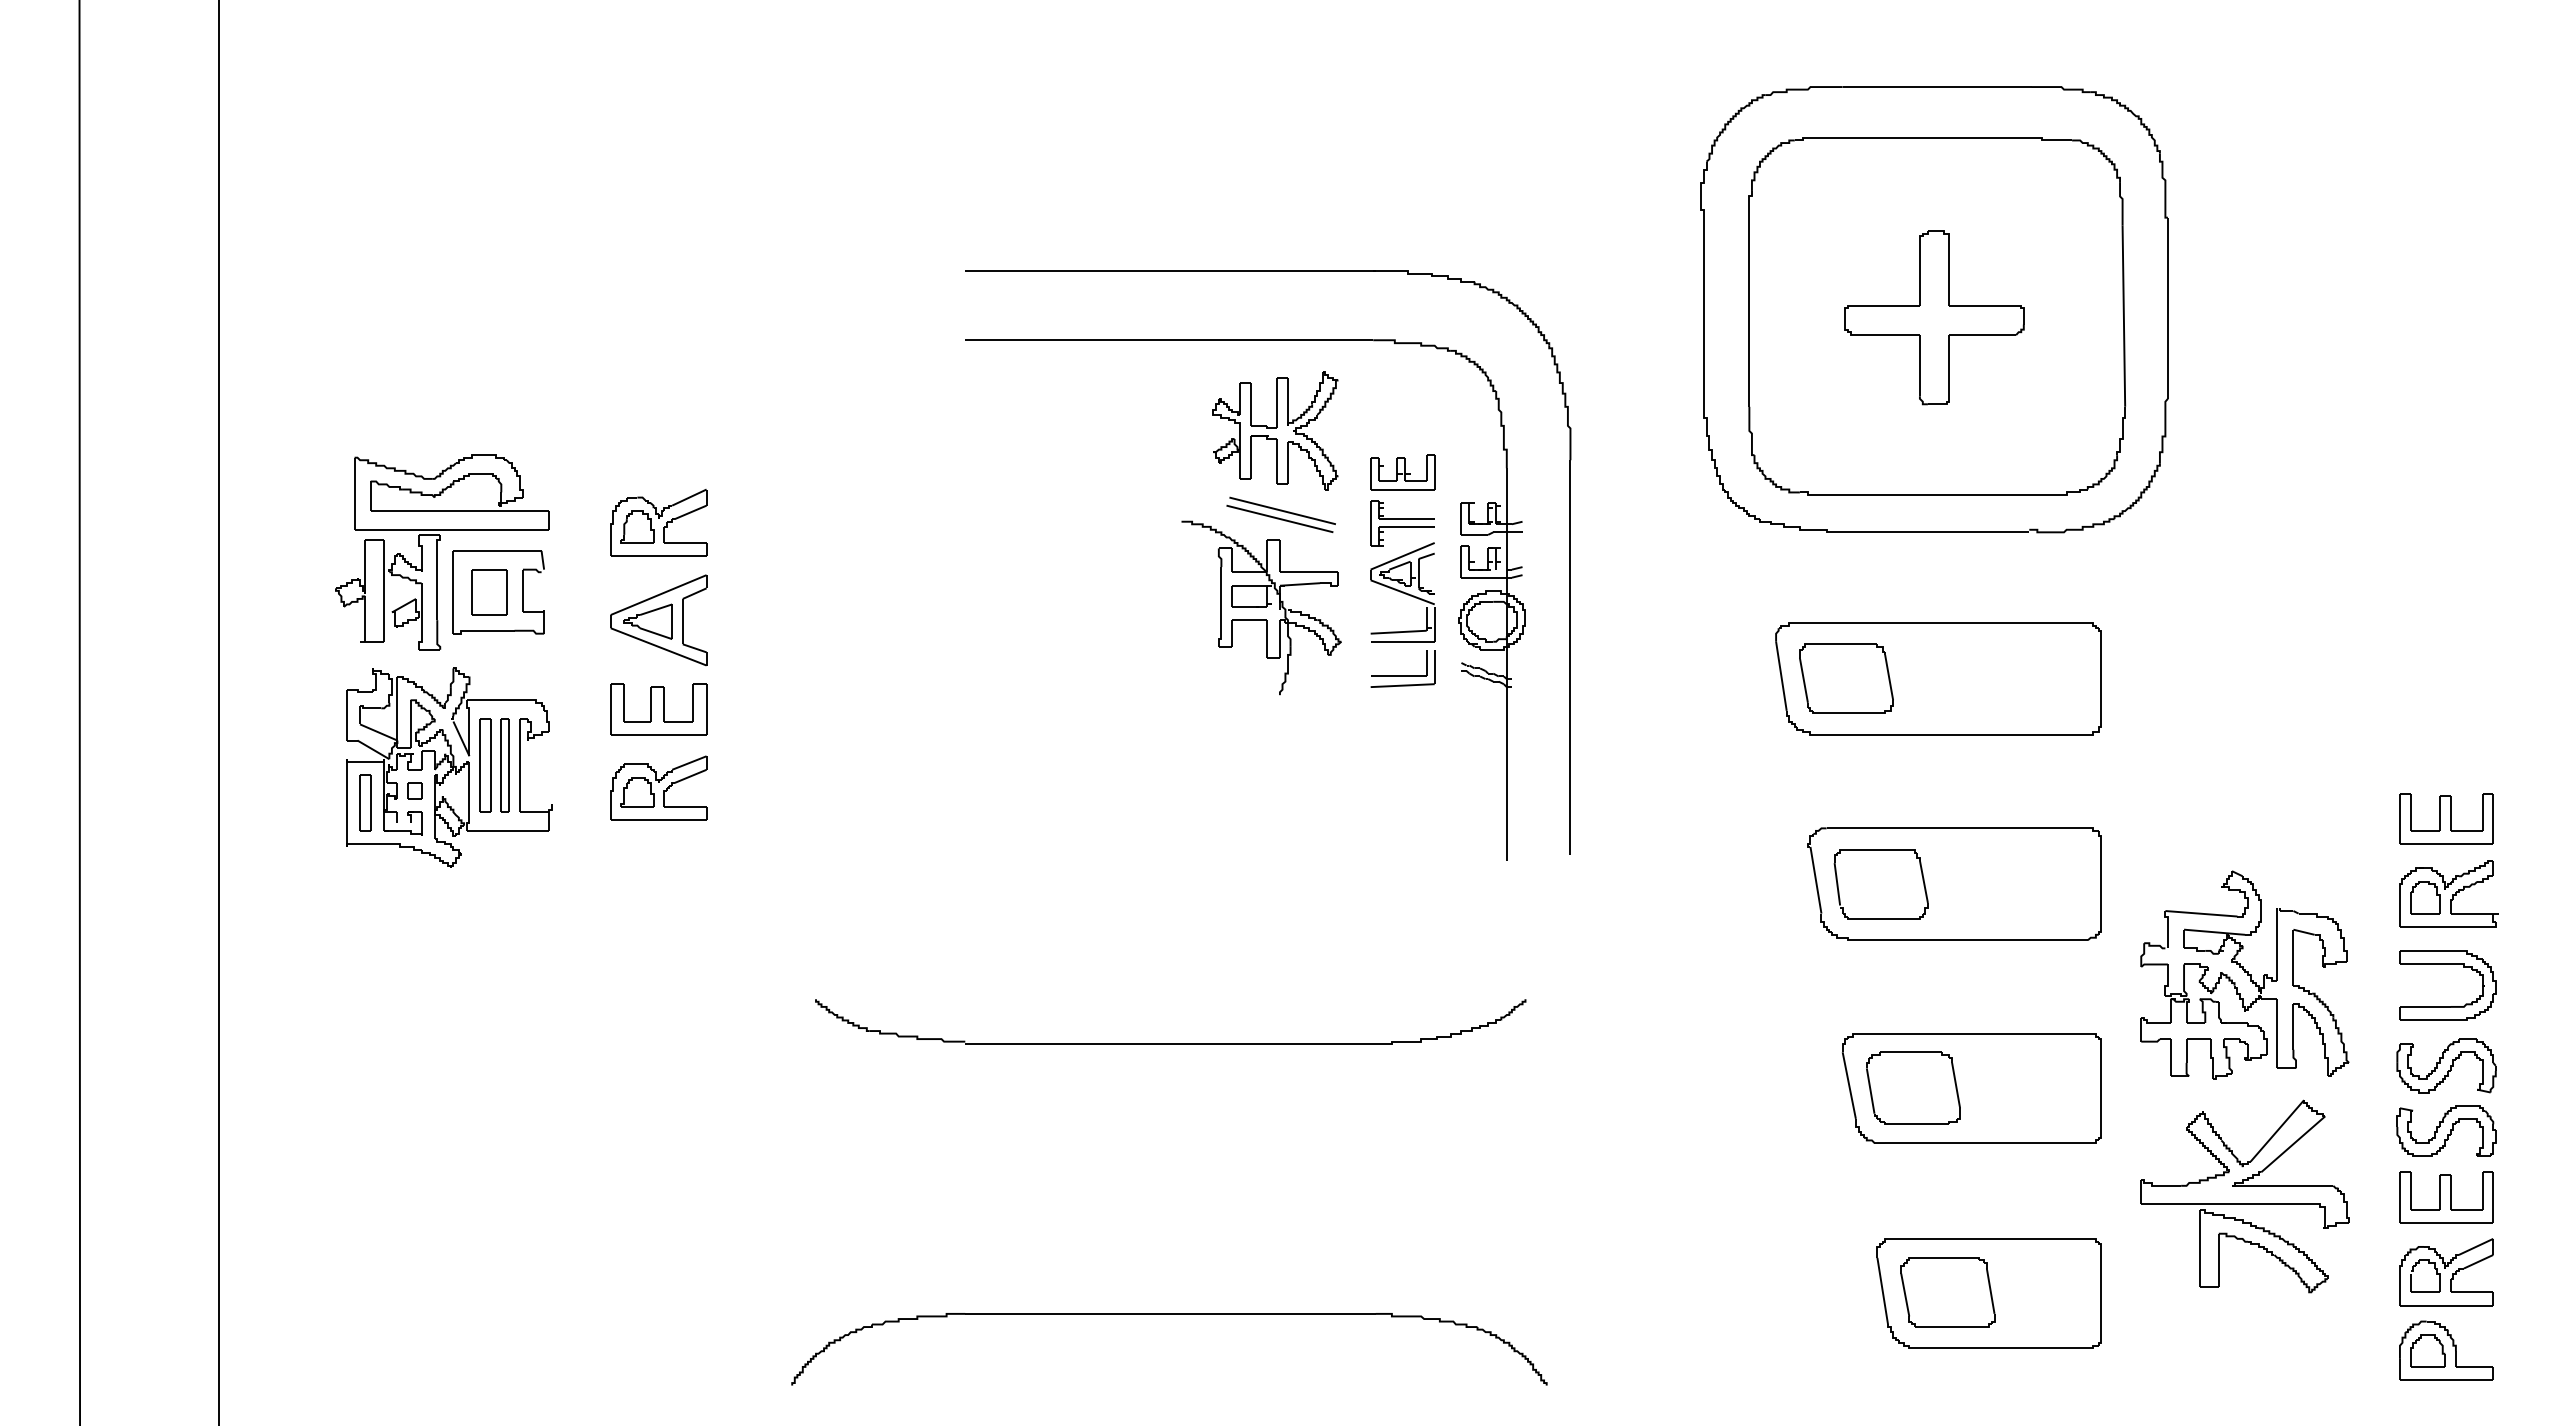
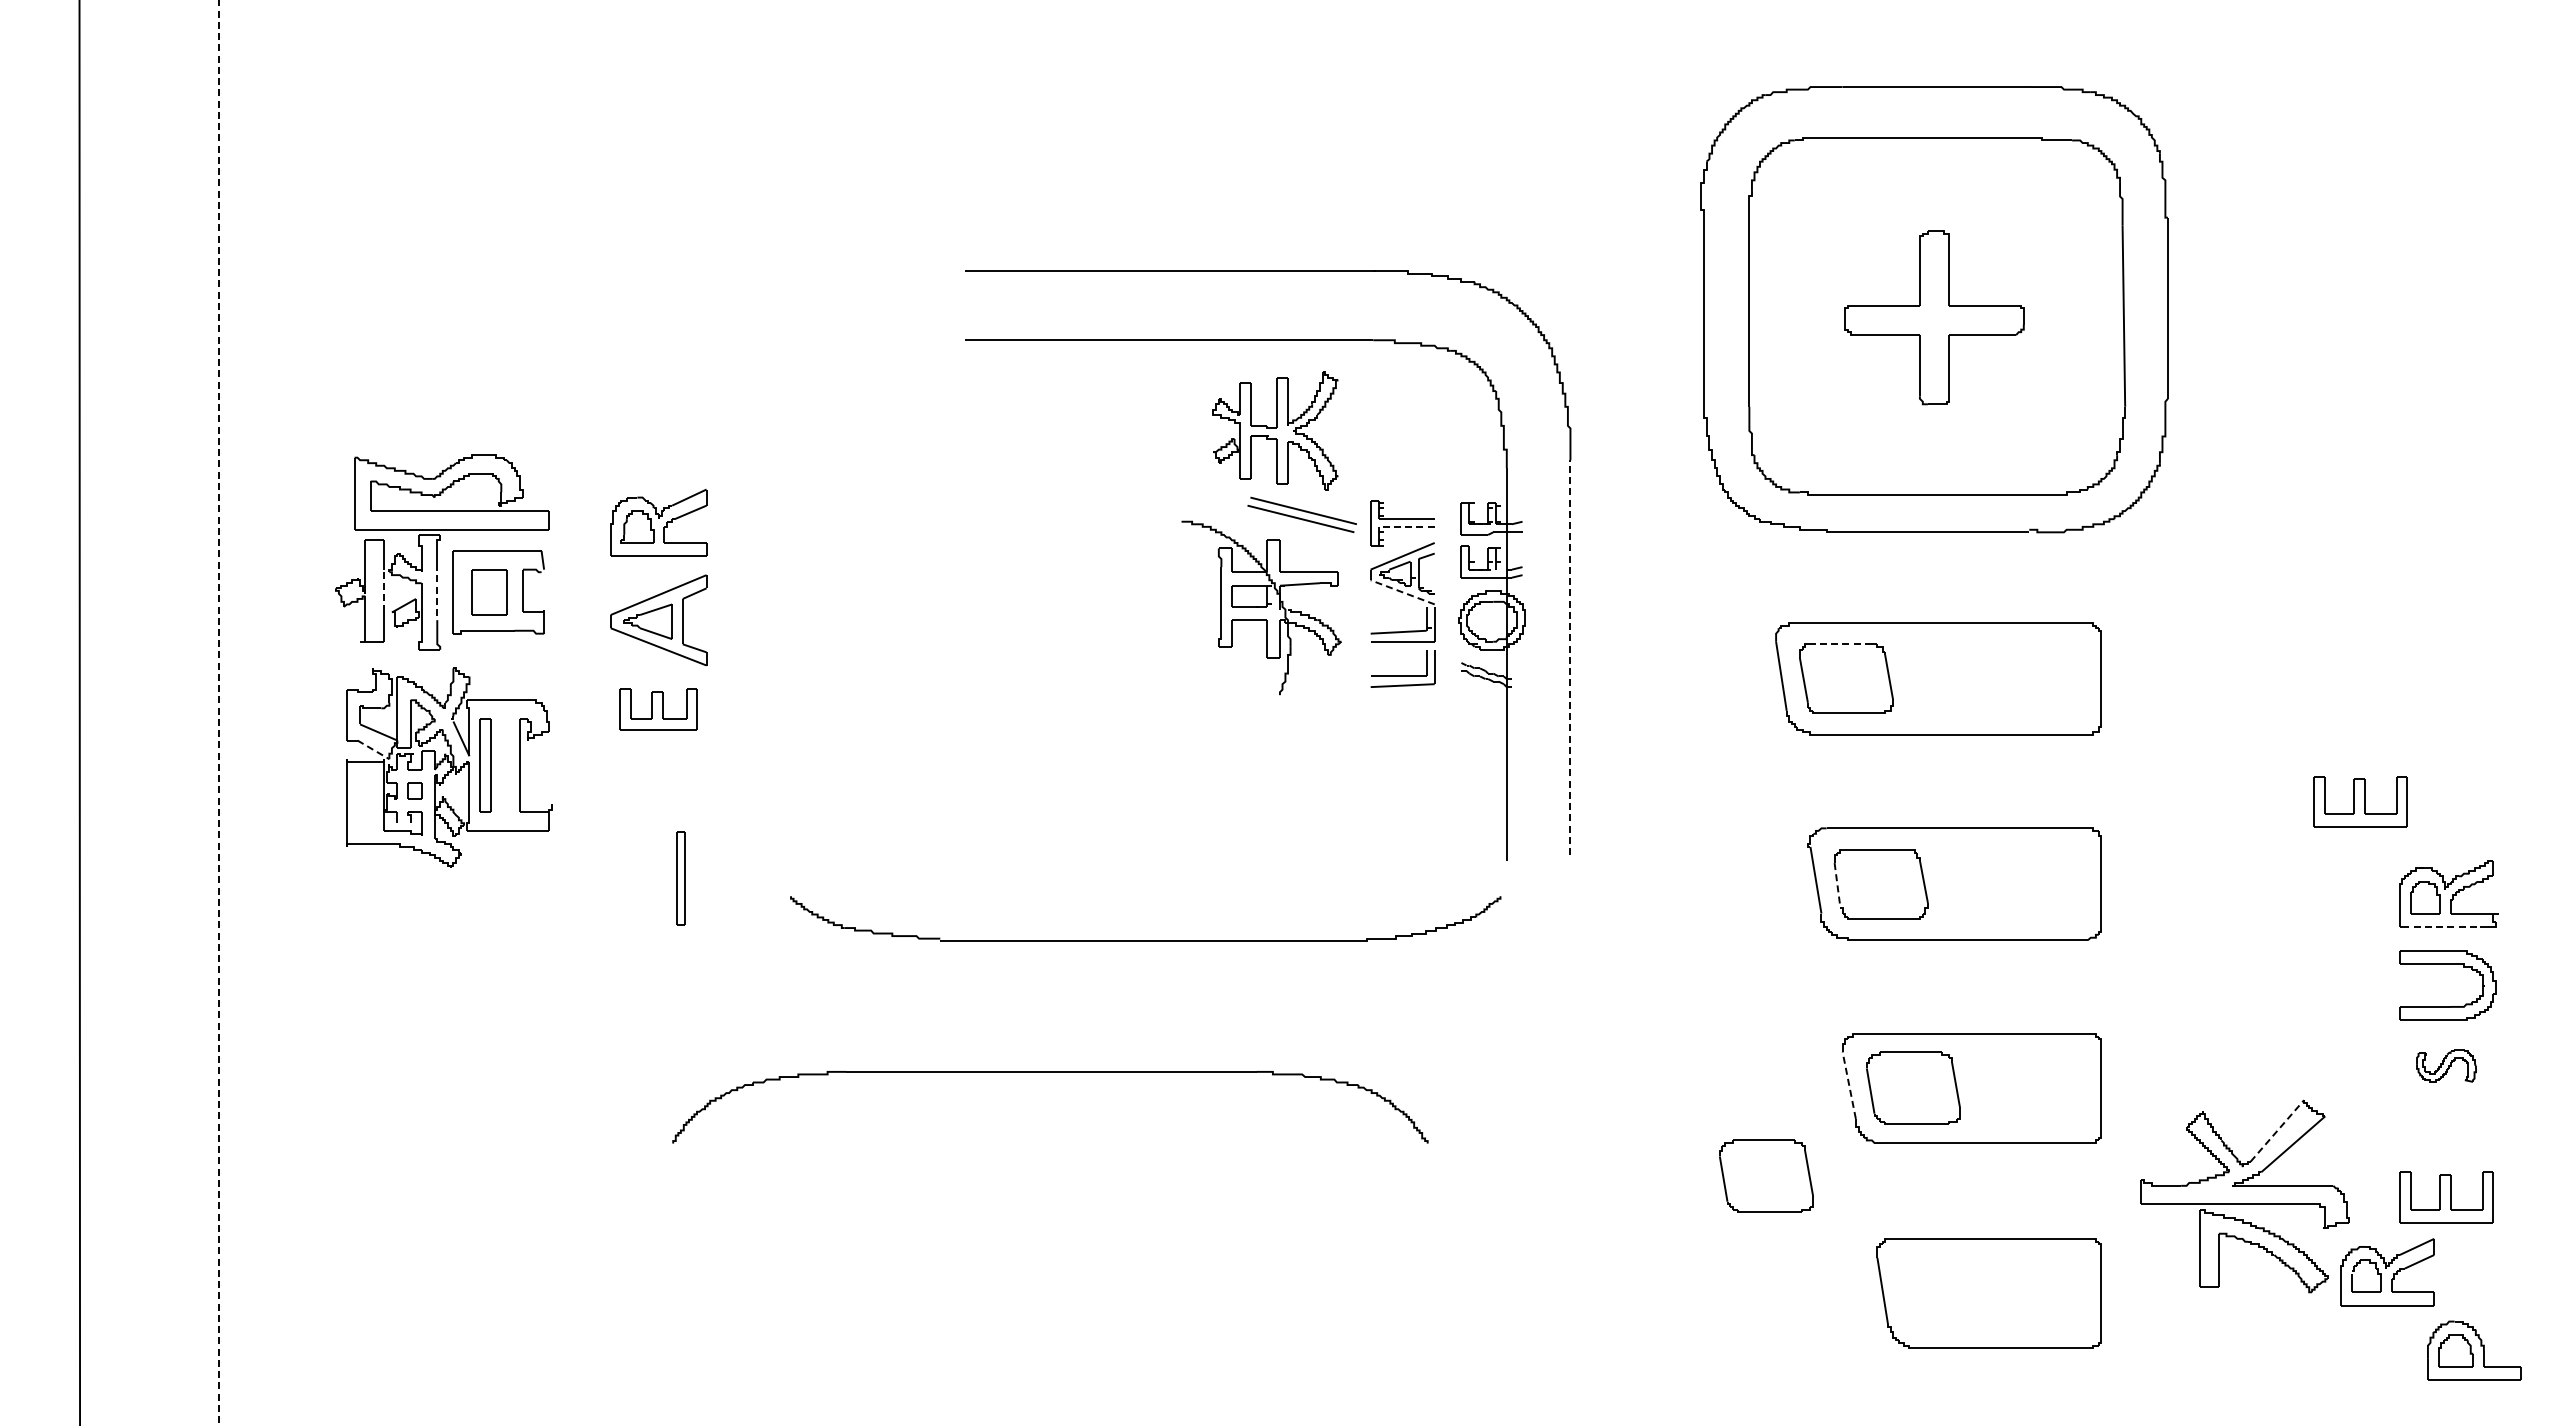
part at (1402, 472): present -> none
part at (1280, 514) position: (1280, 514) -> (1301, 514)
line at (1406, 526): solid -> dashed
line at (384, 590): solid -> dashed
line at (437, 592): solid -> dashed
line at (1402, 592): solid -> dashed
line at (1842, 644): solid -> dashed
line at (1570, 657): solid -> dashed
part at (658, 709) size: 98x53 px -> 79x43 px
line at (218, 713): solid -> dashed
line at (373, 750): solid -> dashed
part at (504, 765) position: (504, 765) -> (680, 878)
part at (658, 787): present -> none
part at (365, 802): present -> none
part at (2446, 818) position: (2446, 818) -> (2360, 801)
line at (1837, 884): solid -> dashed
line at (2441, 927): solid -> dashed
part at (2244, 974): present -> none
part at (1170, 1043) position: (1170, 1043) -> (1145, 940)
part at (2446, 1065) size: 101x56 px -> 61x34 px
line at (1849, 1085): solid -> dashed
line at (2277, 1130): solid -> dashed
part at (2446, 1130): present -> none
part at (1766, 1175): none -> present
part at (2446, 1272) position: (2446, 1272) -> (2387, 1272)
part at (1947, 1292): present -> none
part at (1169, 1314) position: (1169, 1314) -> (1050, 1072)
part at (2446, 1350) position: (2446, 1350) -> (2474, 1350)
